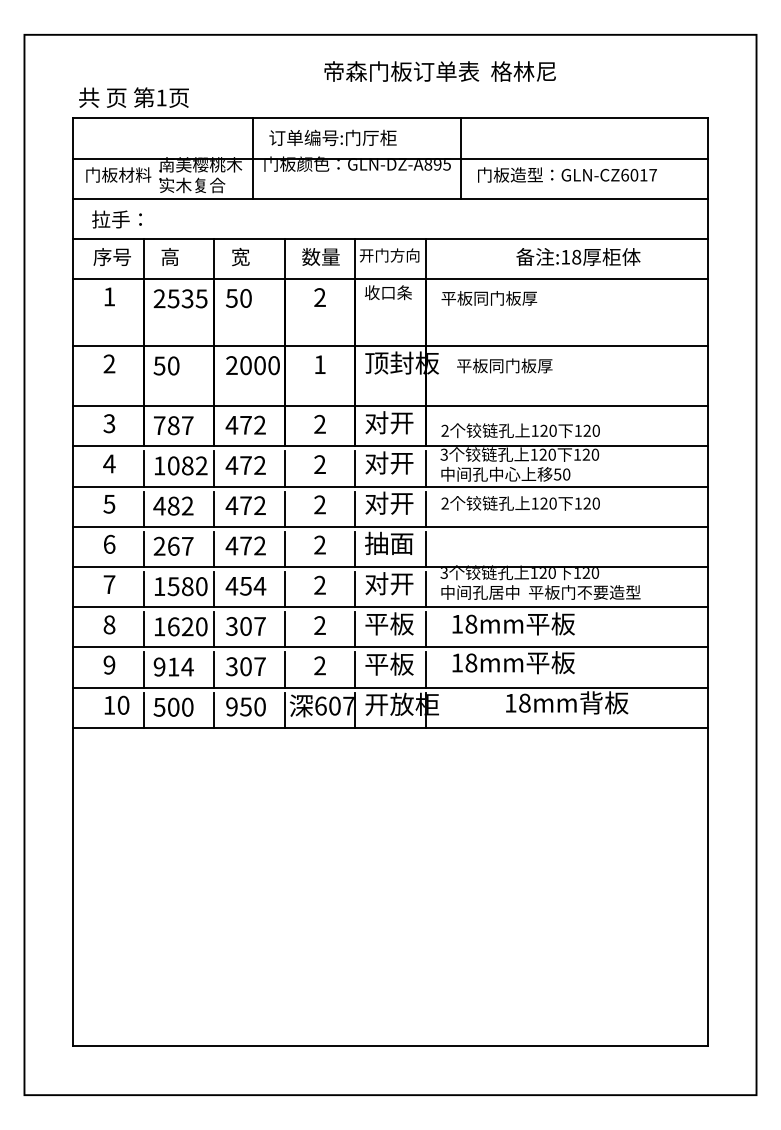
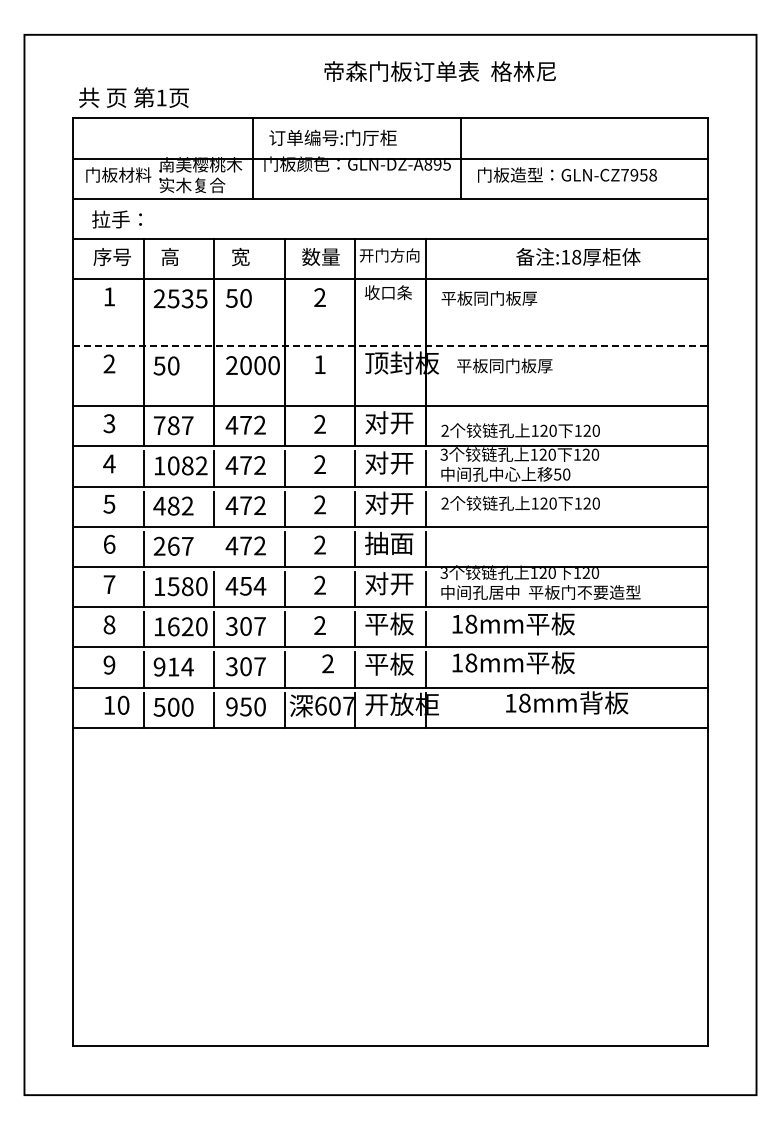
text at (638, 174): GLN-CZ6017 -> GLN-CZ7958
line at (391, 346): solid -> dashed
line at (214, 549): present -> none
text at (319, 665) position: (319, 665) -> (327, 663)
